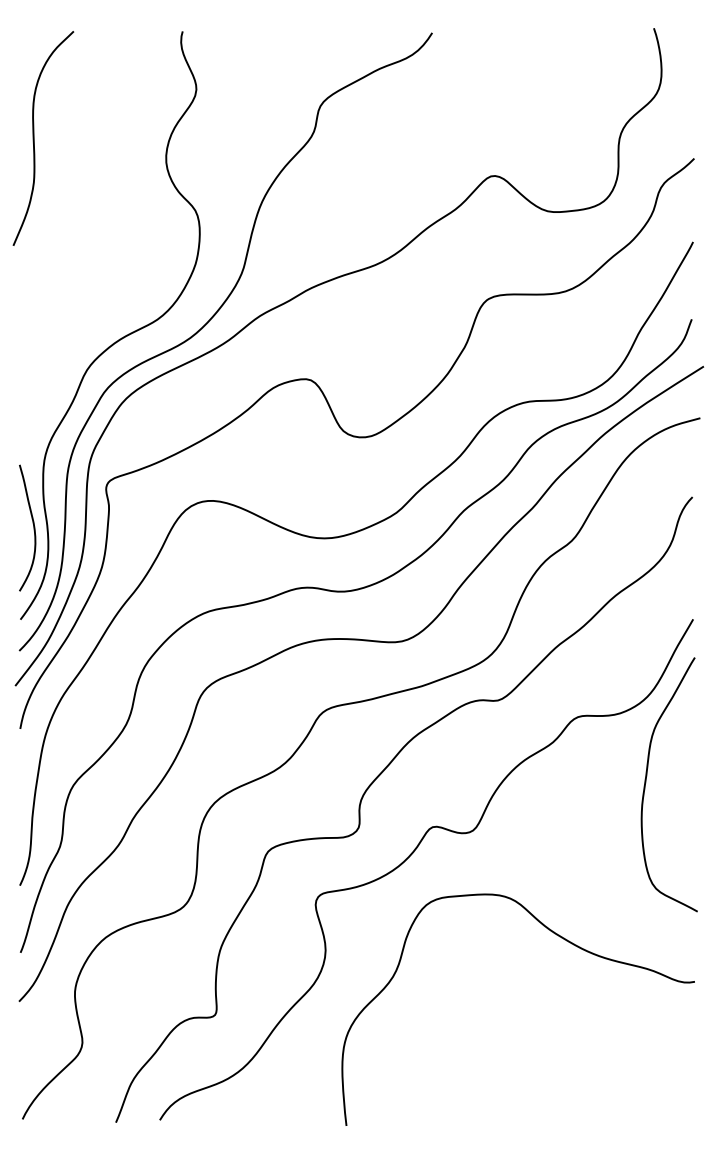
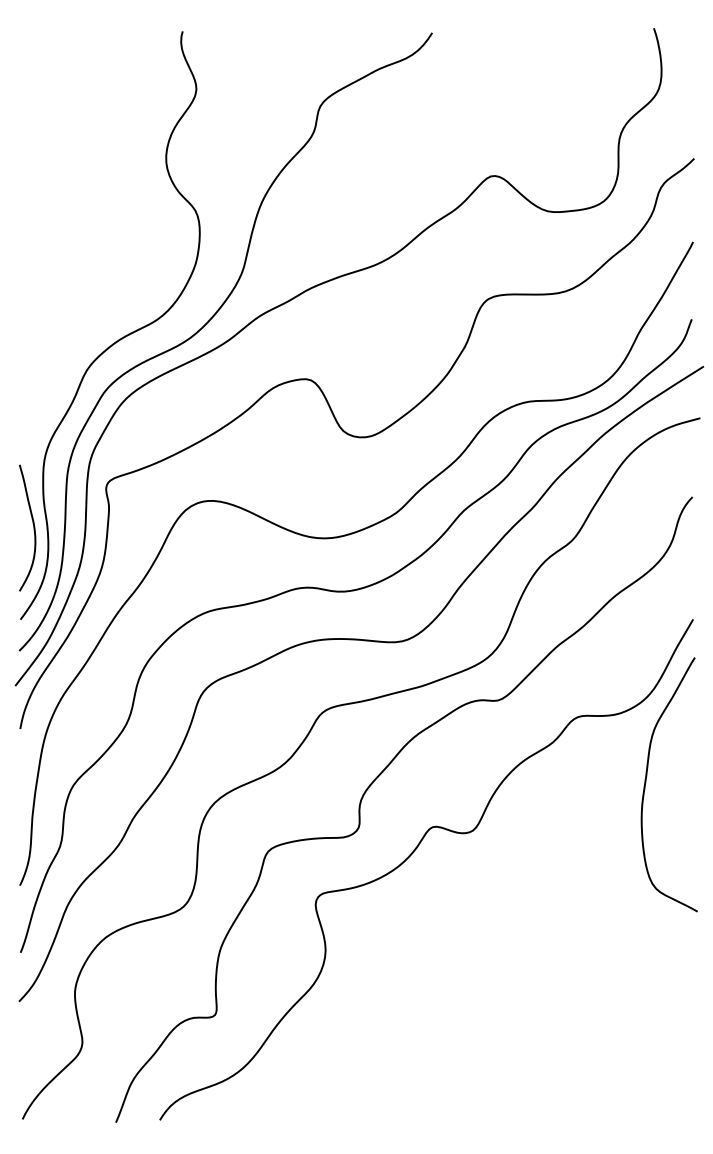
curve at (34, 138): present -> none
curve at (559, 937): present -> none
